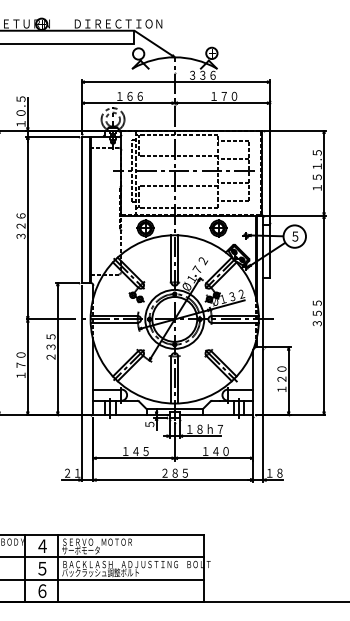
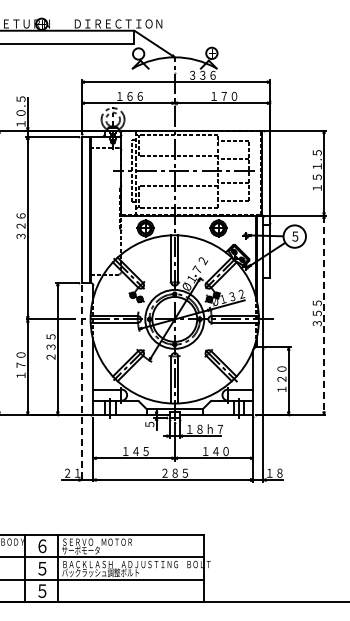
line at (324, 315): solid -> dashed
line at (81, 385): solid -> dashed
text at (42, 546): ４ -> ６
text at (42, 590): ６ -> ５
